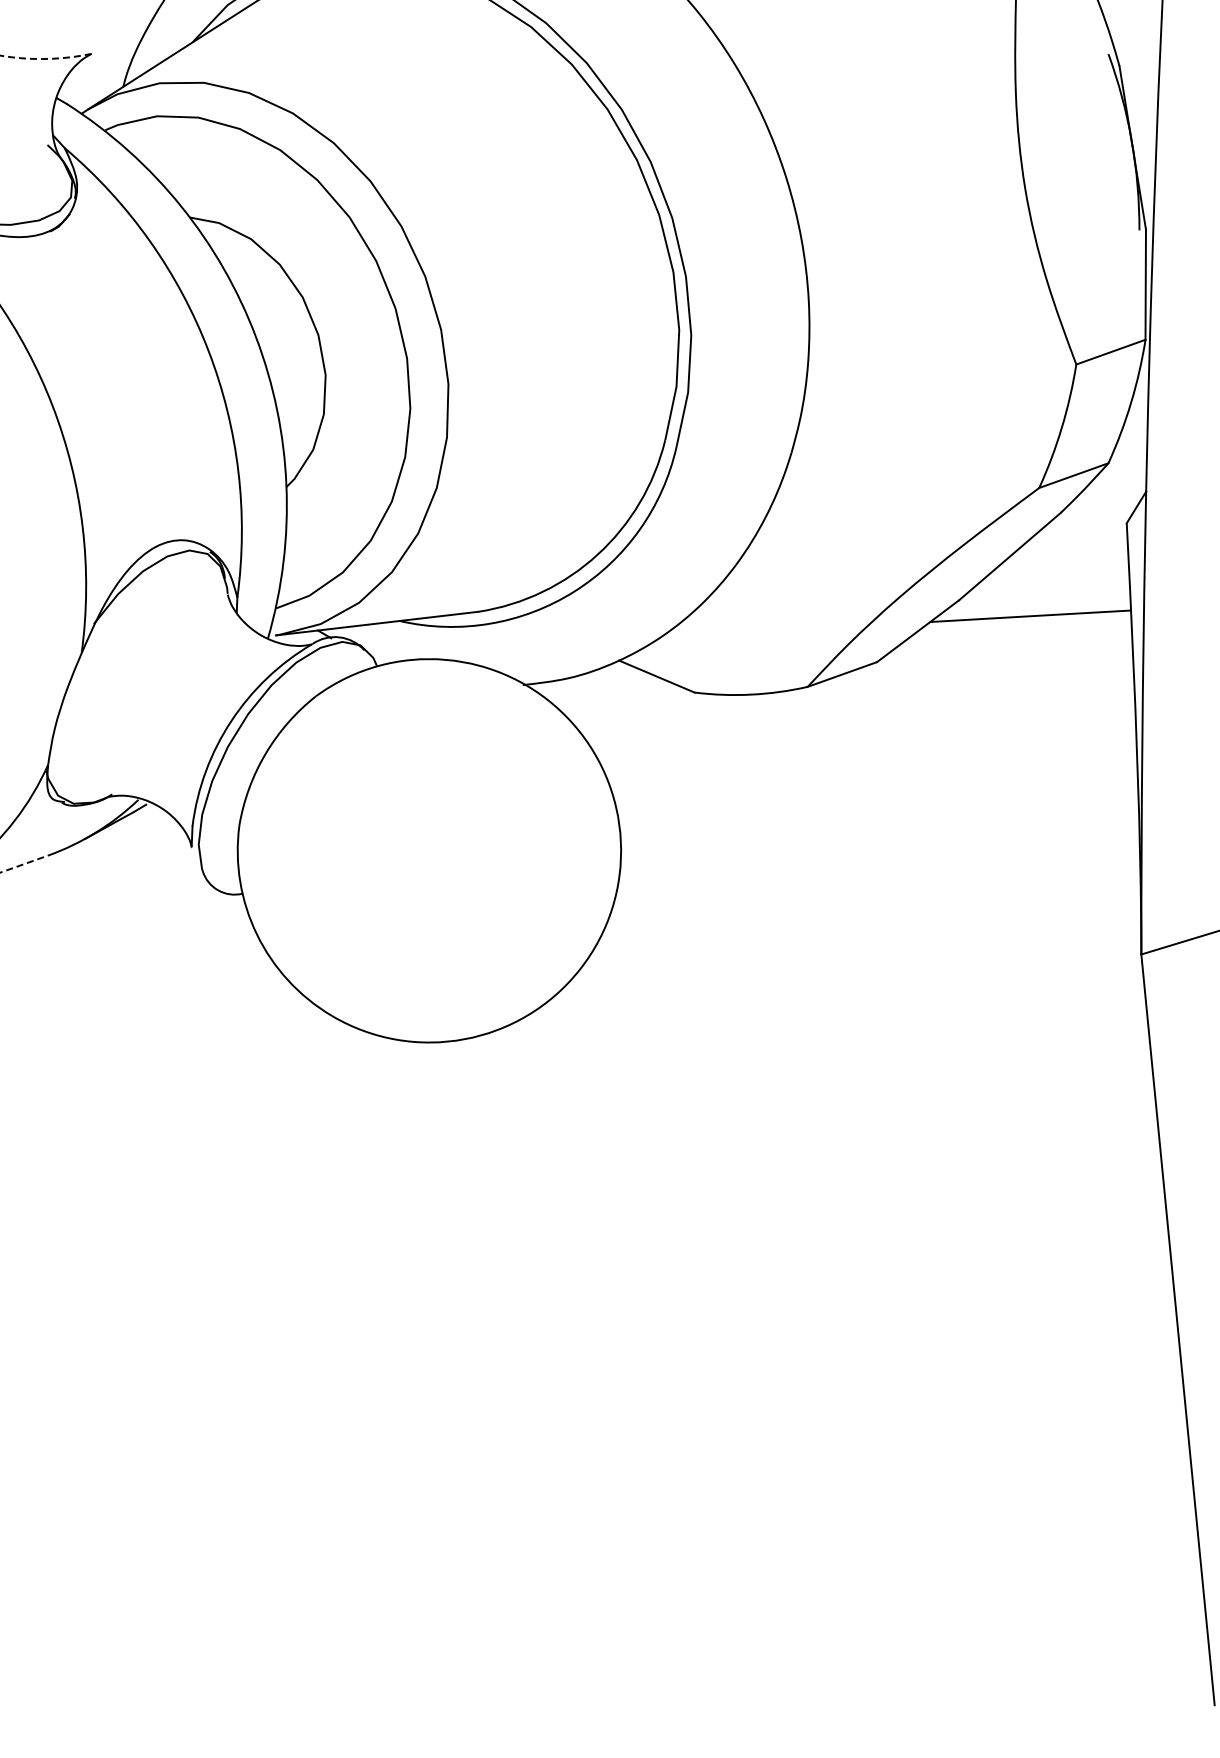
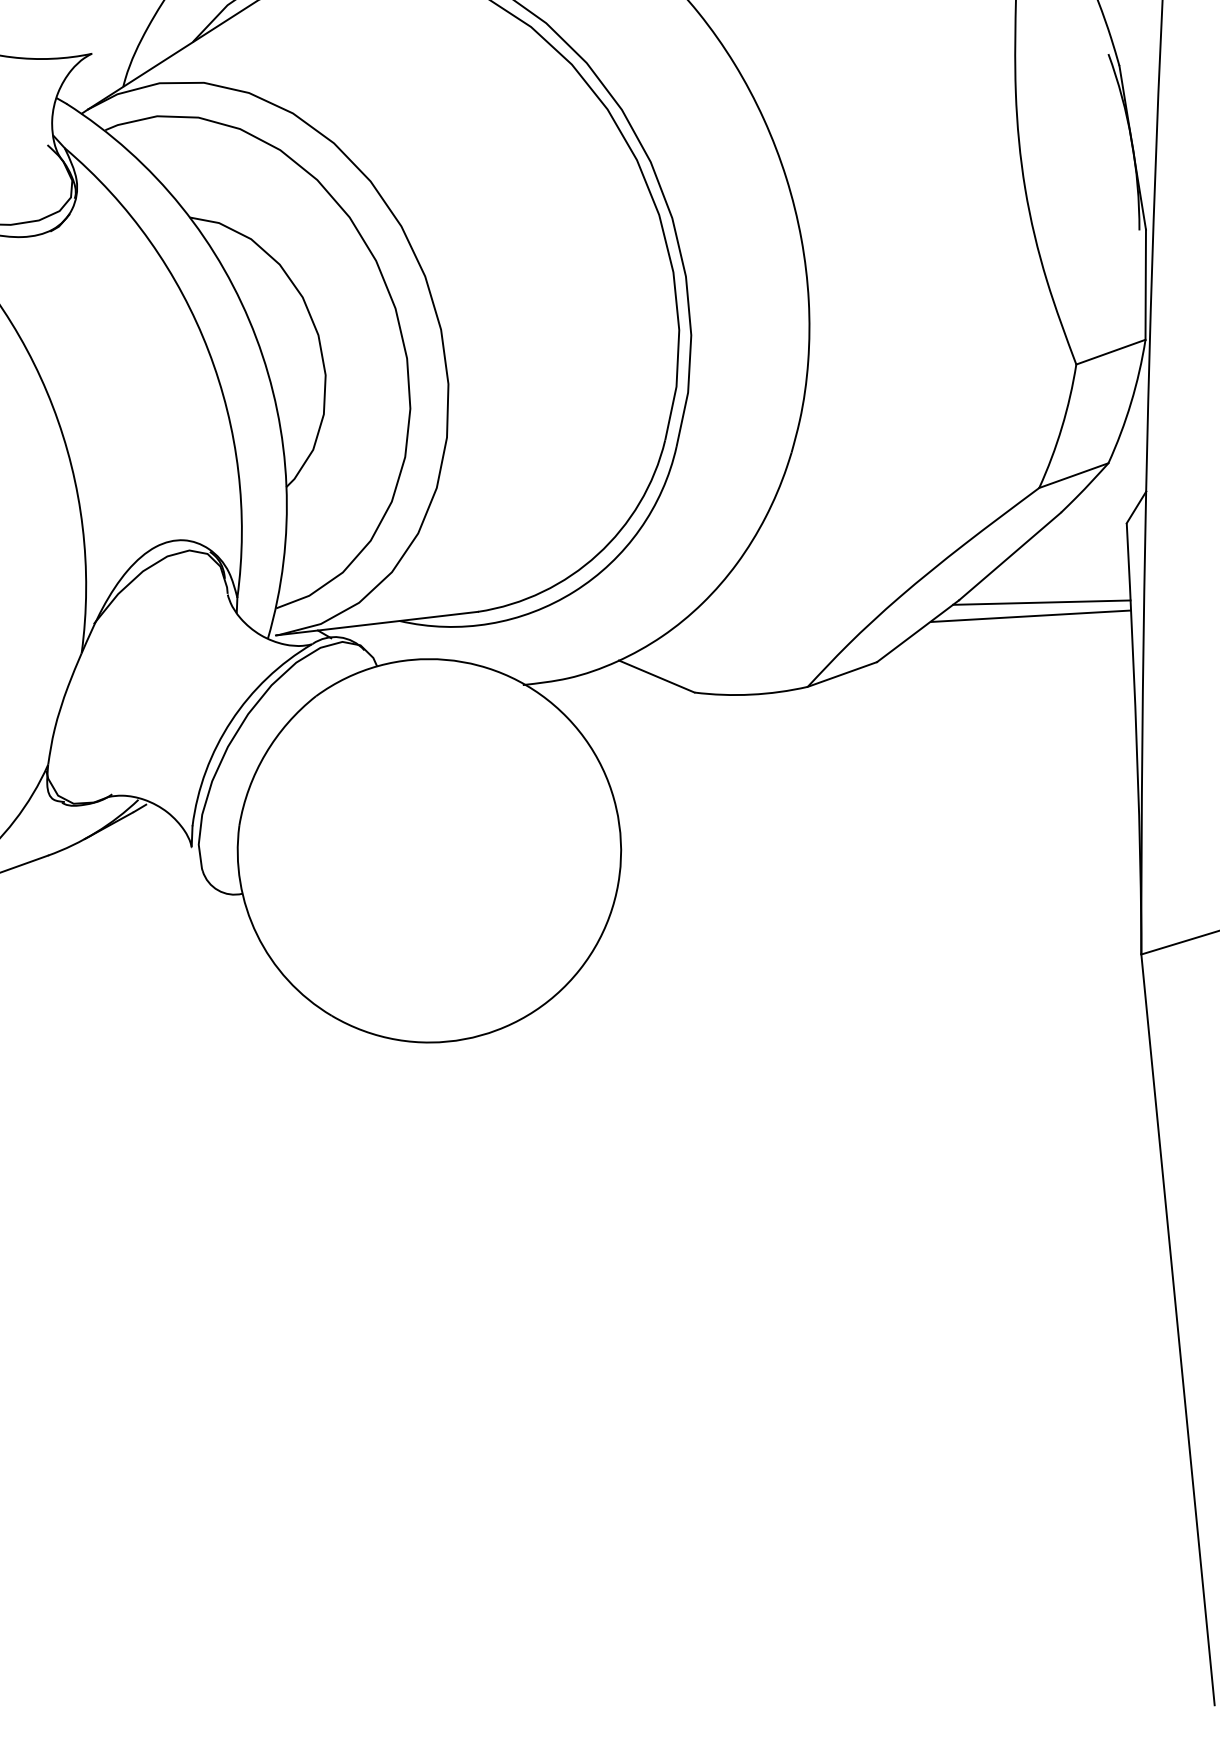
arc at (45, 58): dashed -> solid
line at (1041, 602): none -> present
line at (24, 863): dashed -> solid
